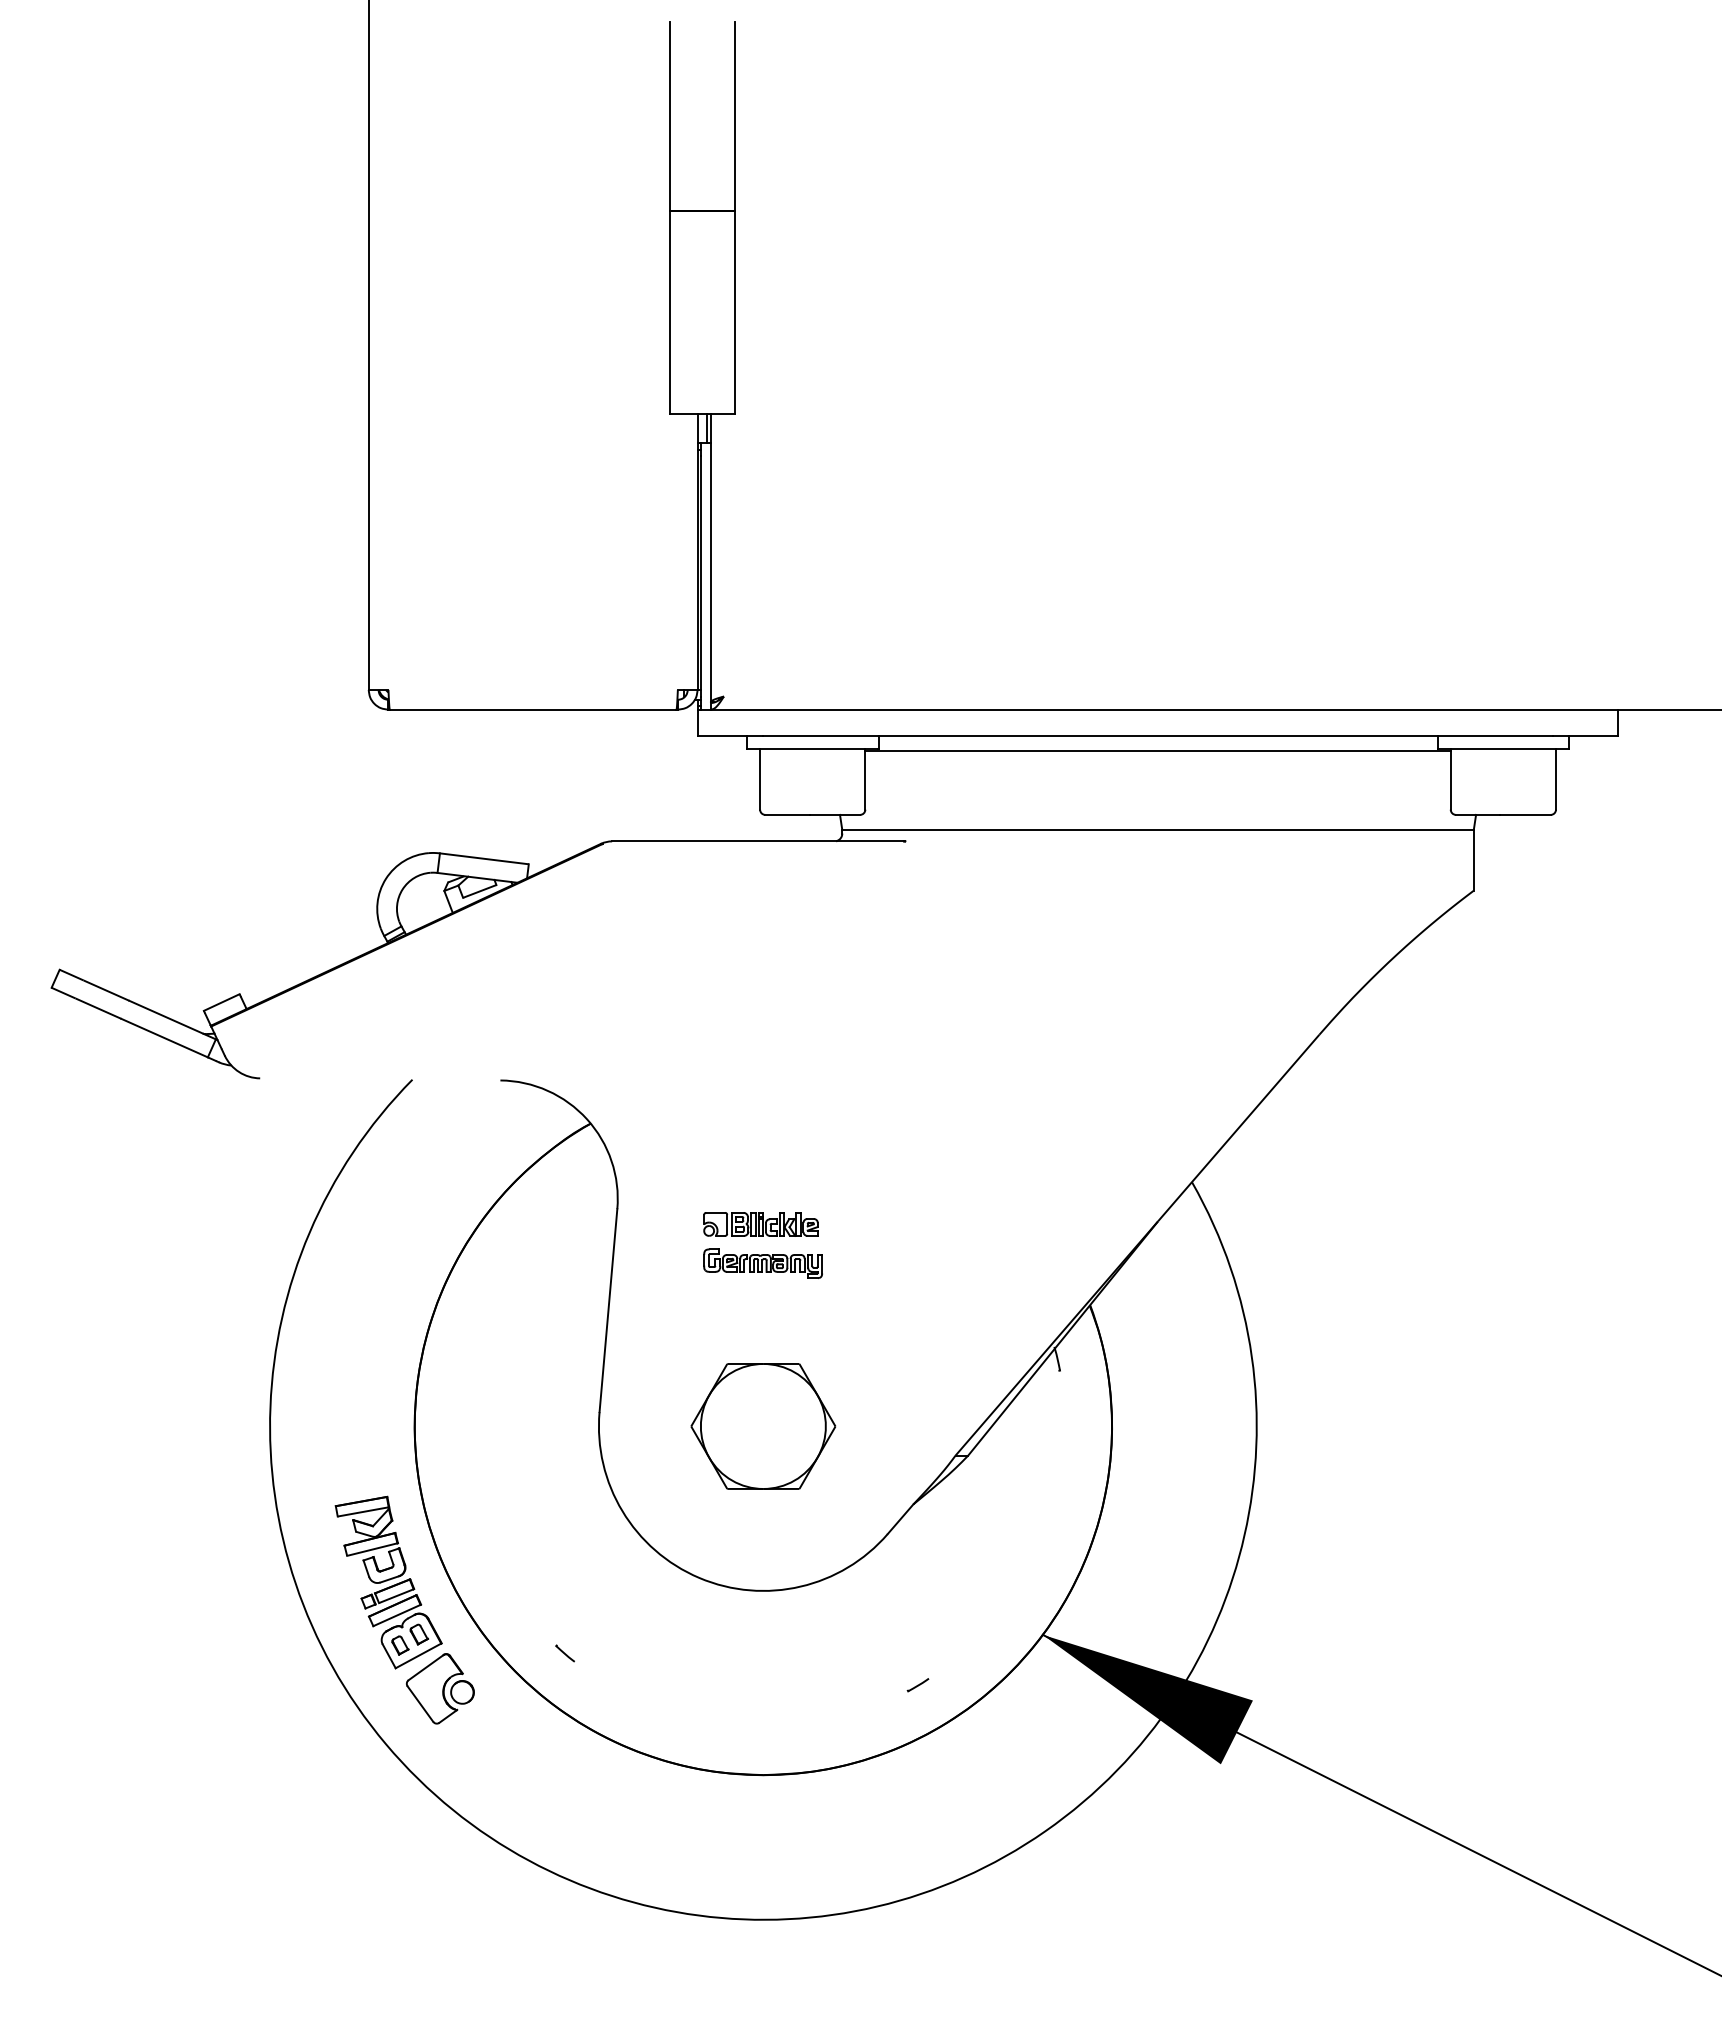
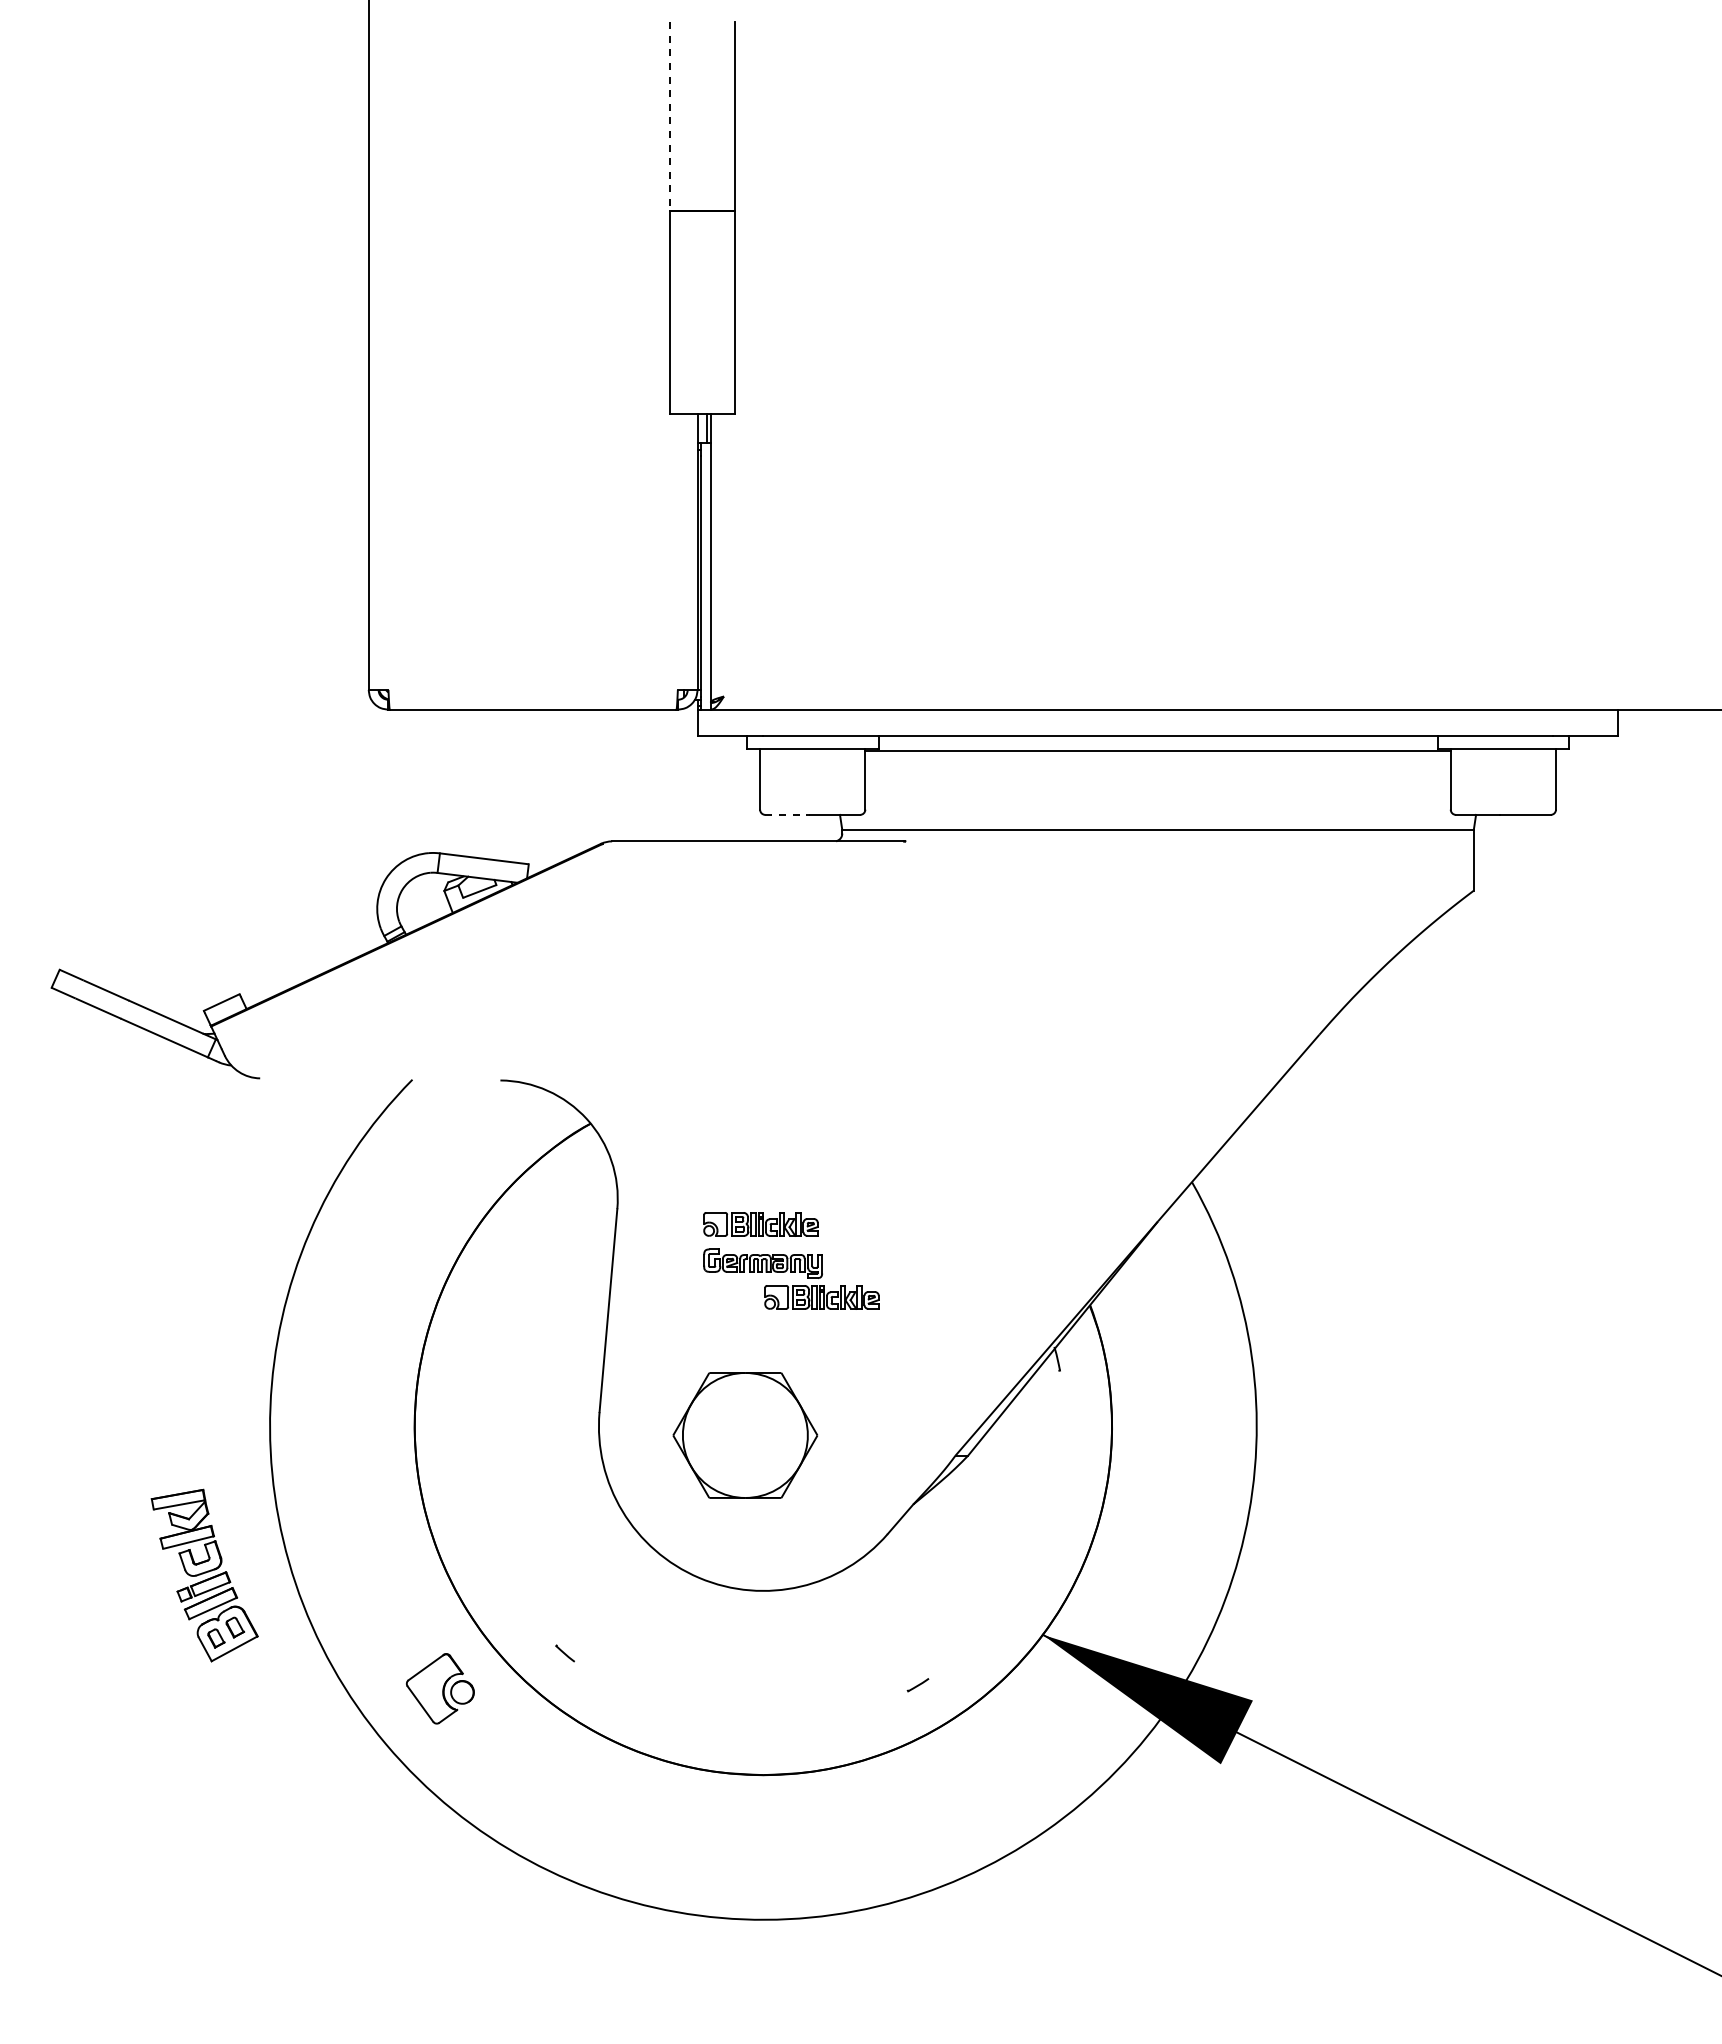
line at (669, 116): solid -> dashed
line at (788, 814): solid -> dashed
part at (821, 1297): none -> present
part at (763, 1426) position: (763, 1426) -> (745, 1435)
part at (388, 1582) position: (388, 1582) -> (204, 1575)
